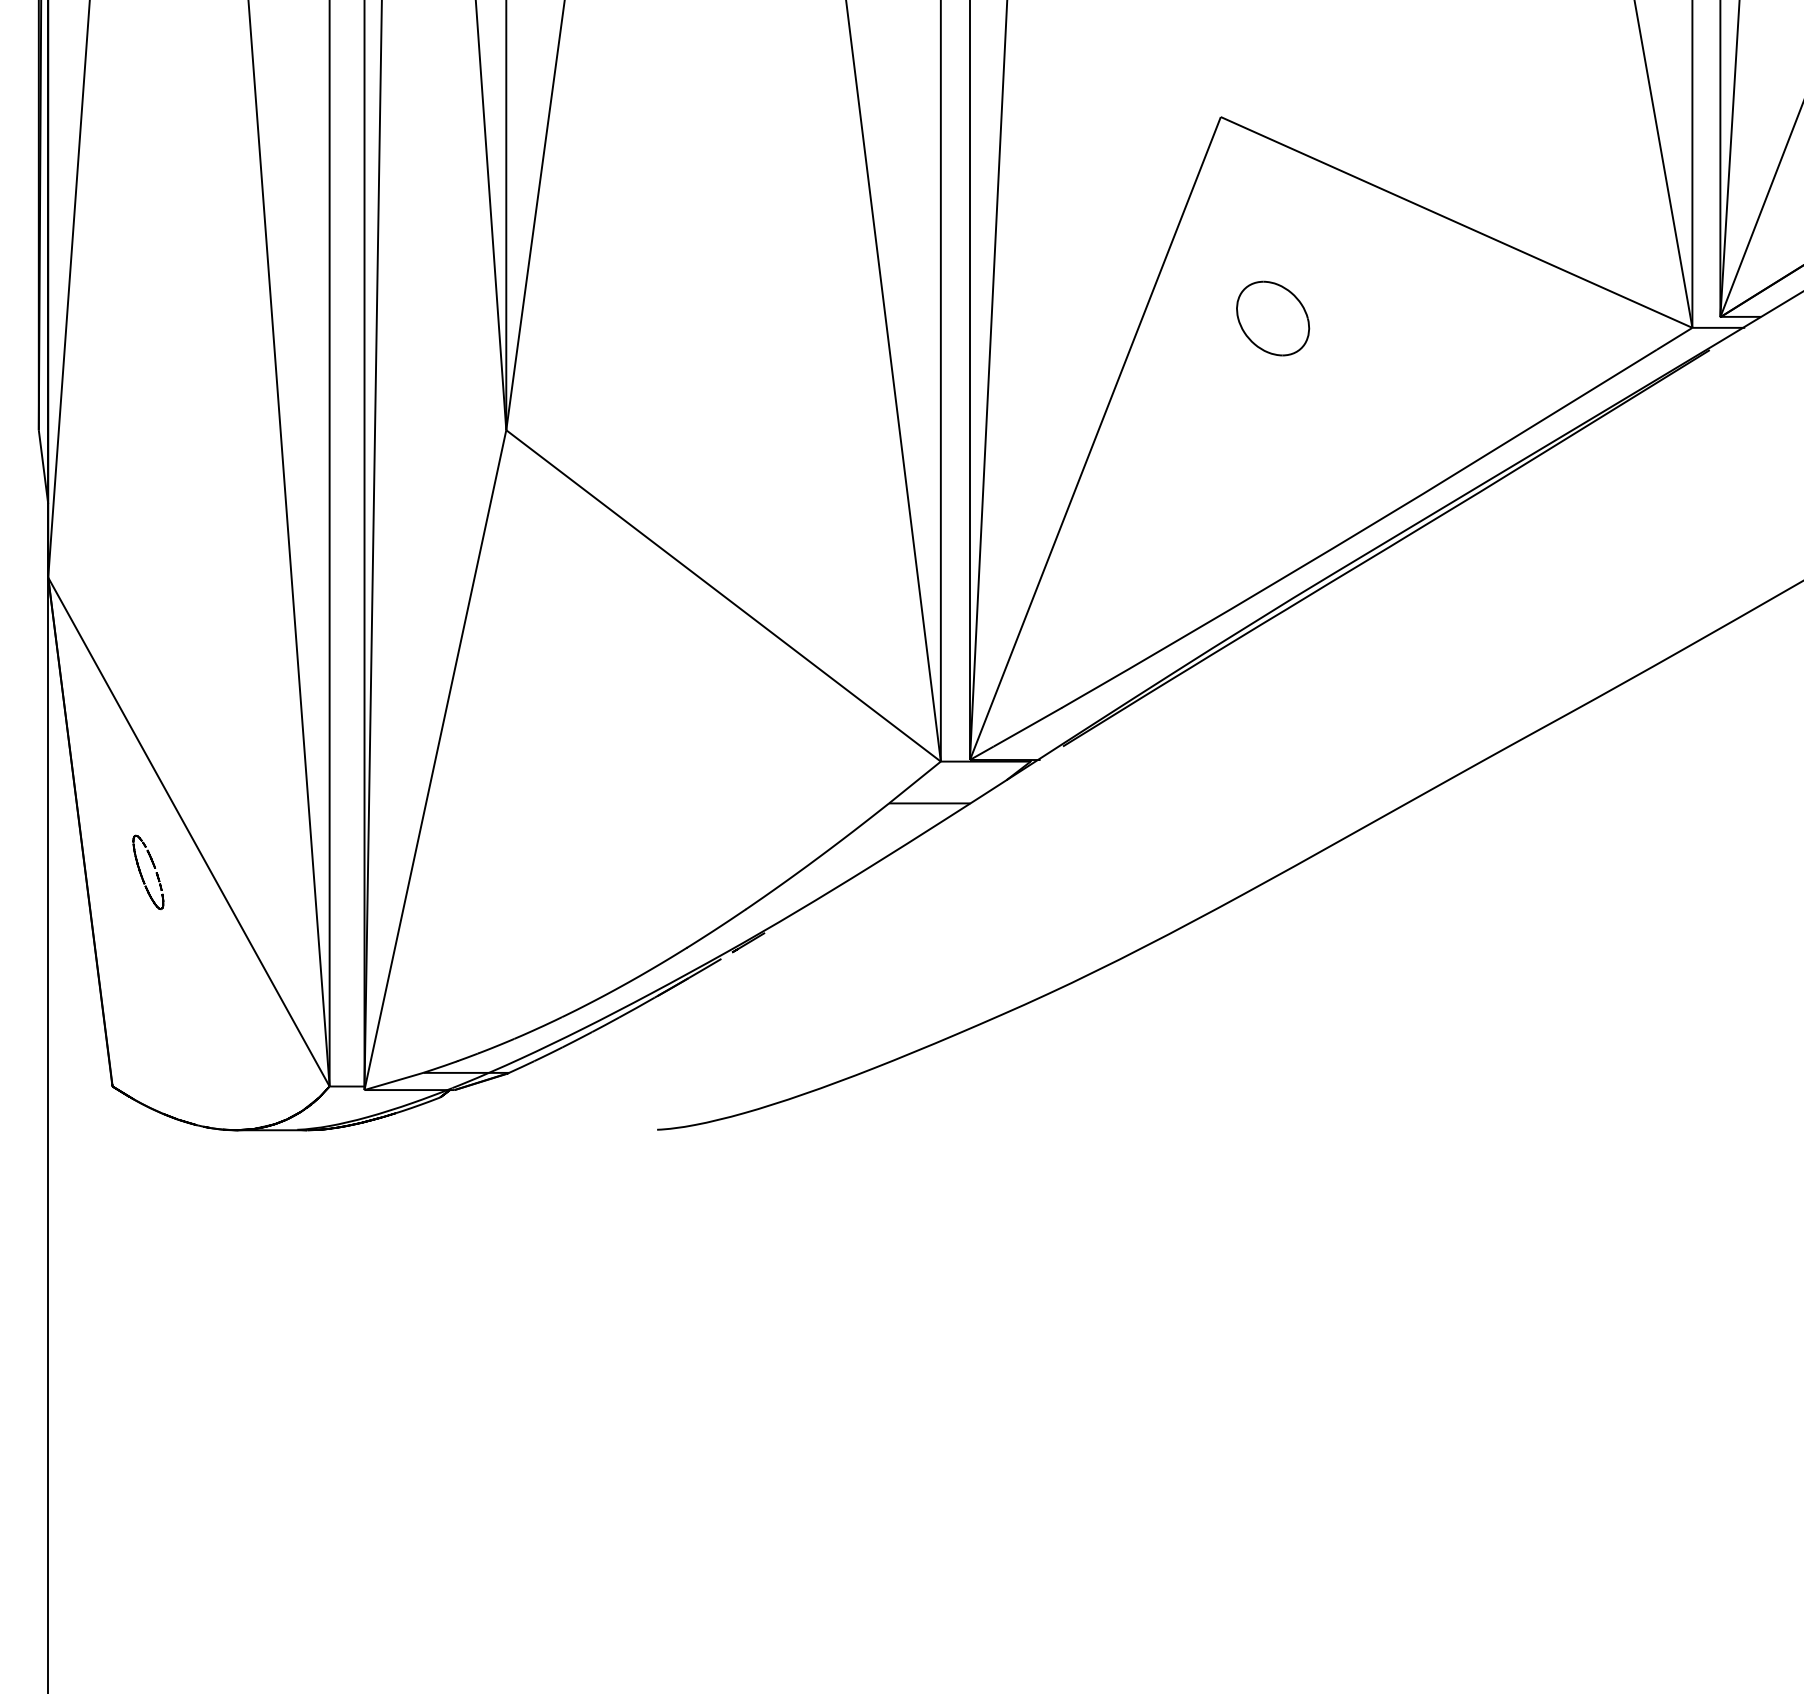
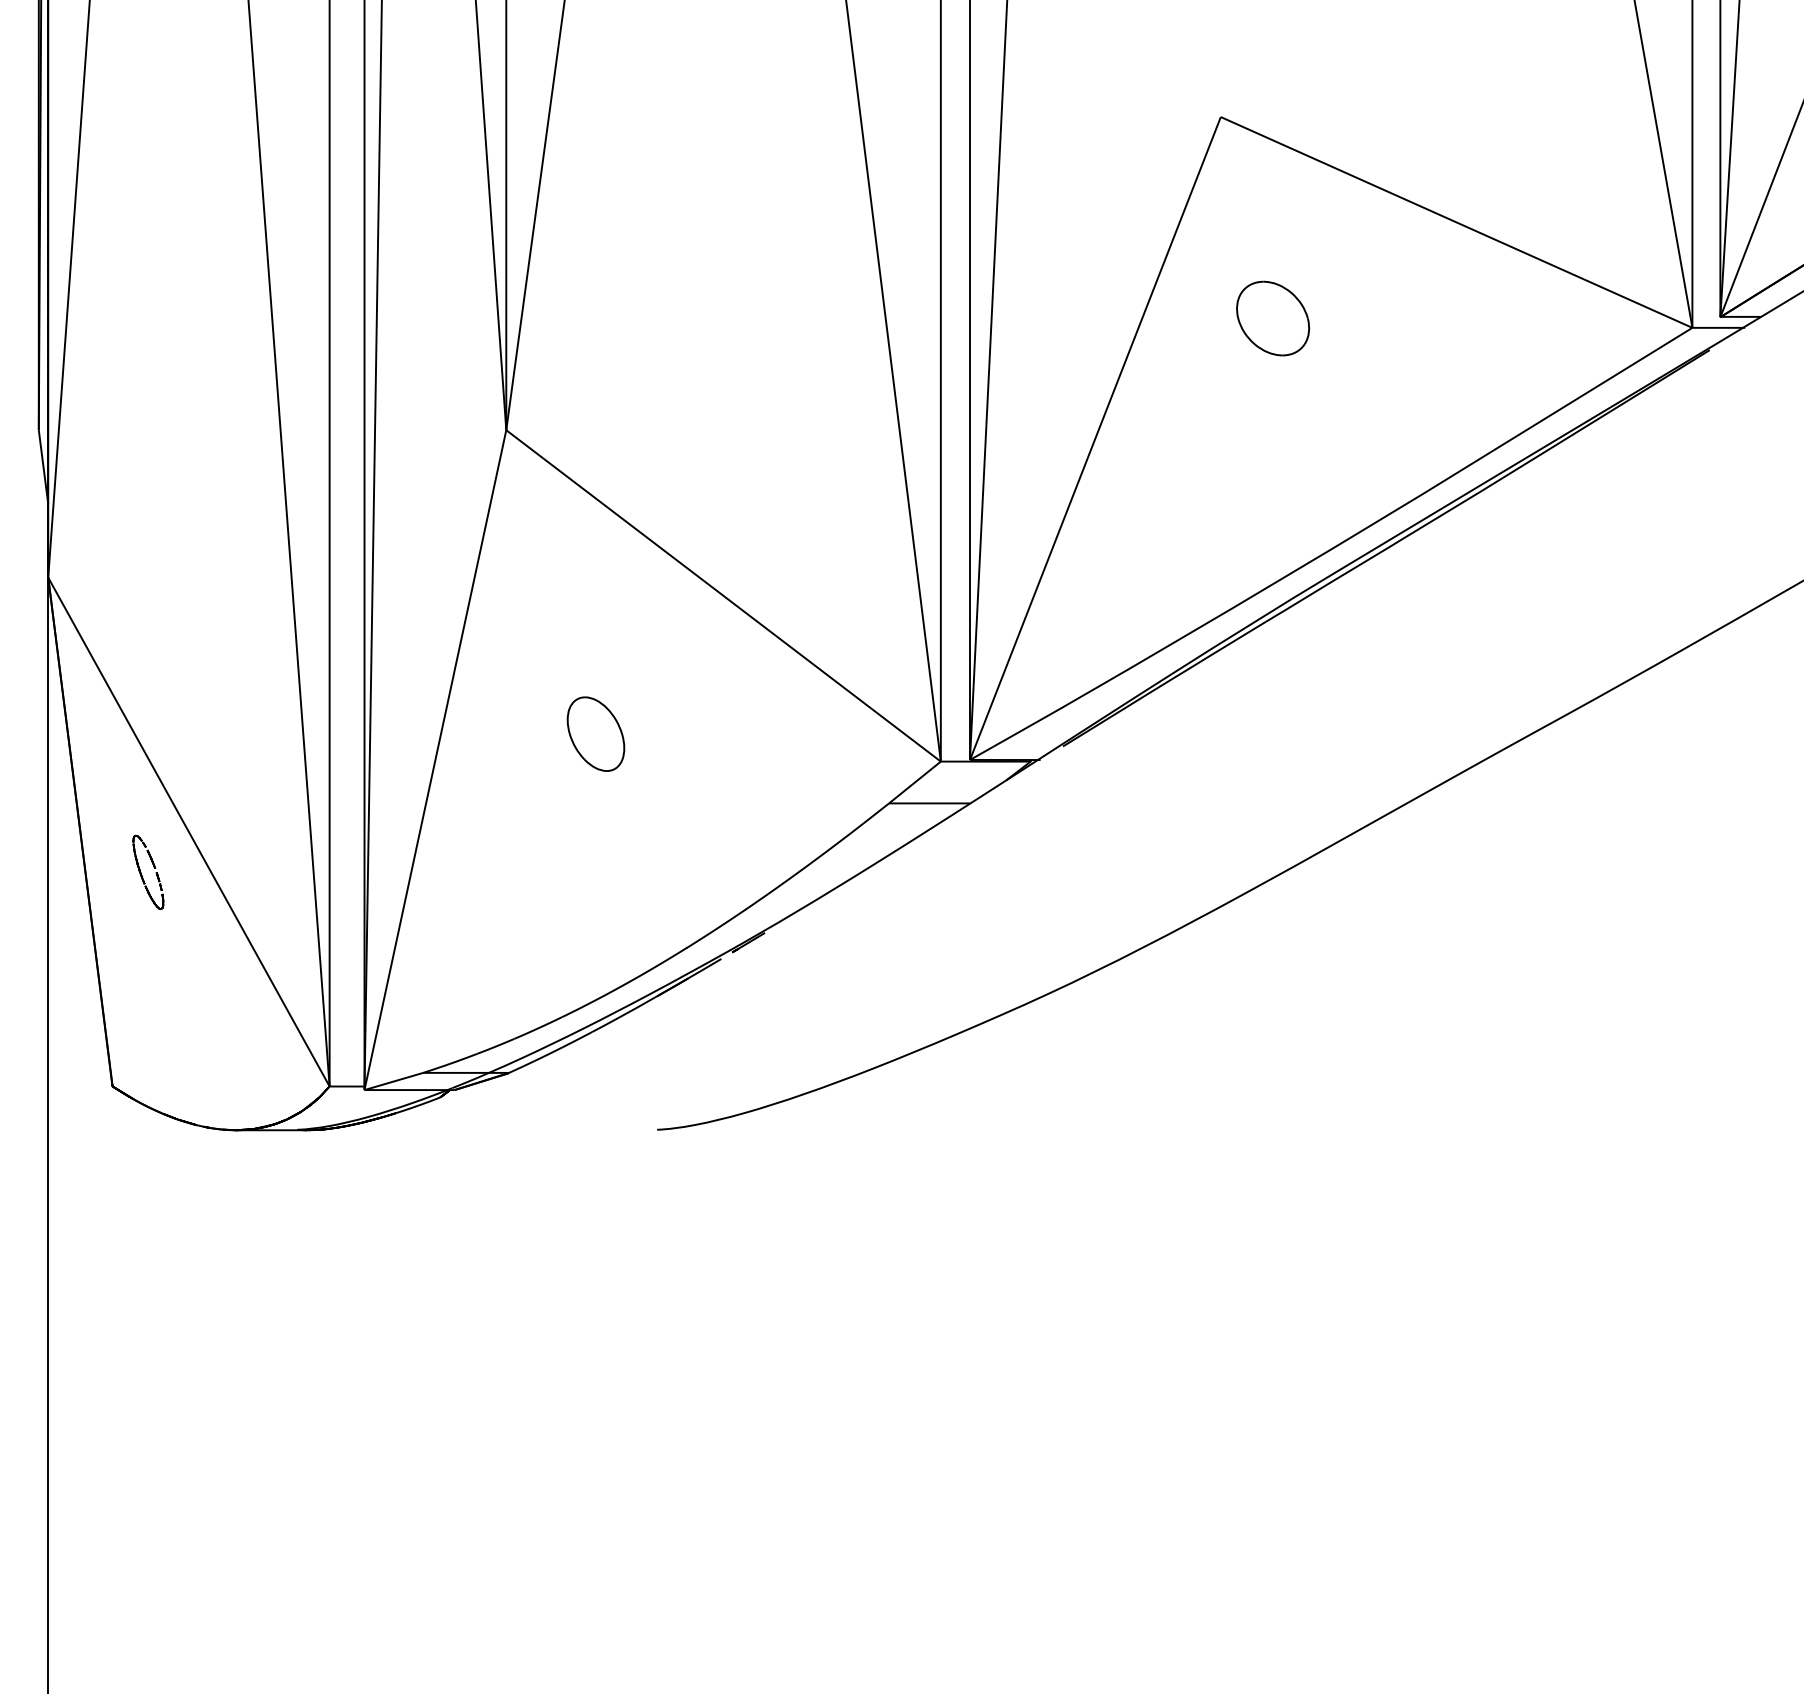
part at (595, 733): none -> present
